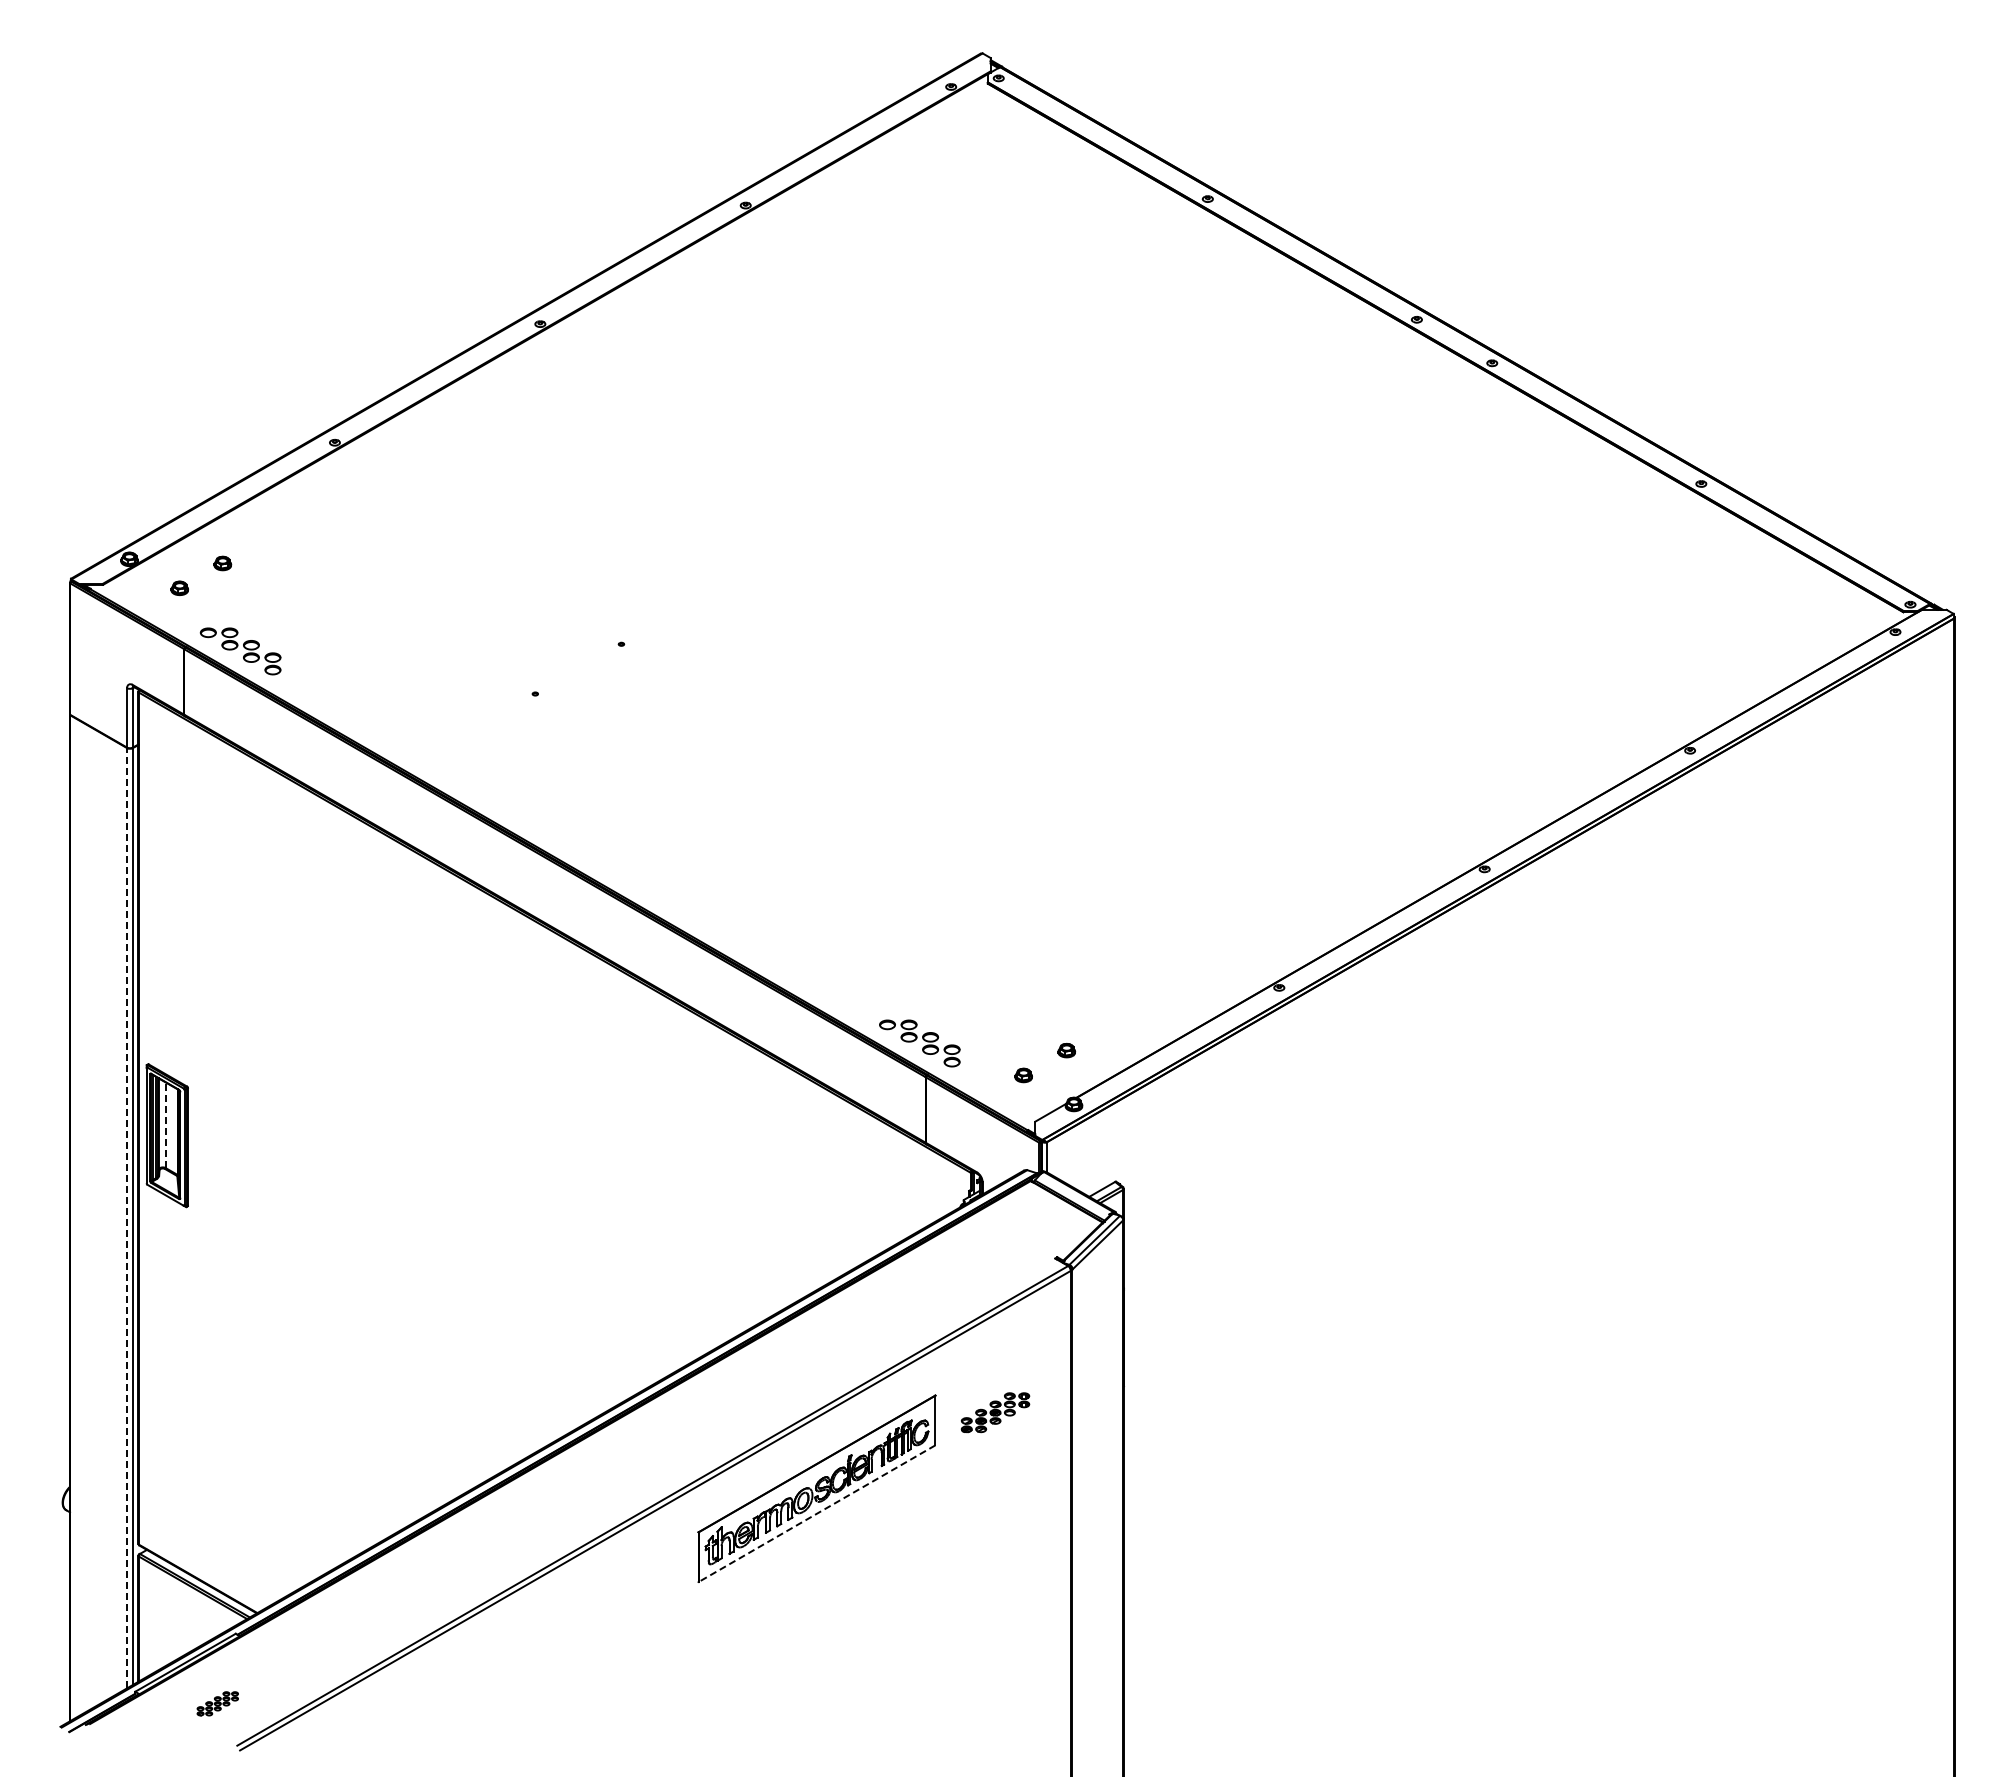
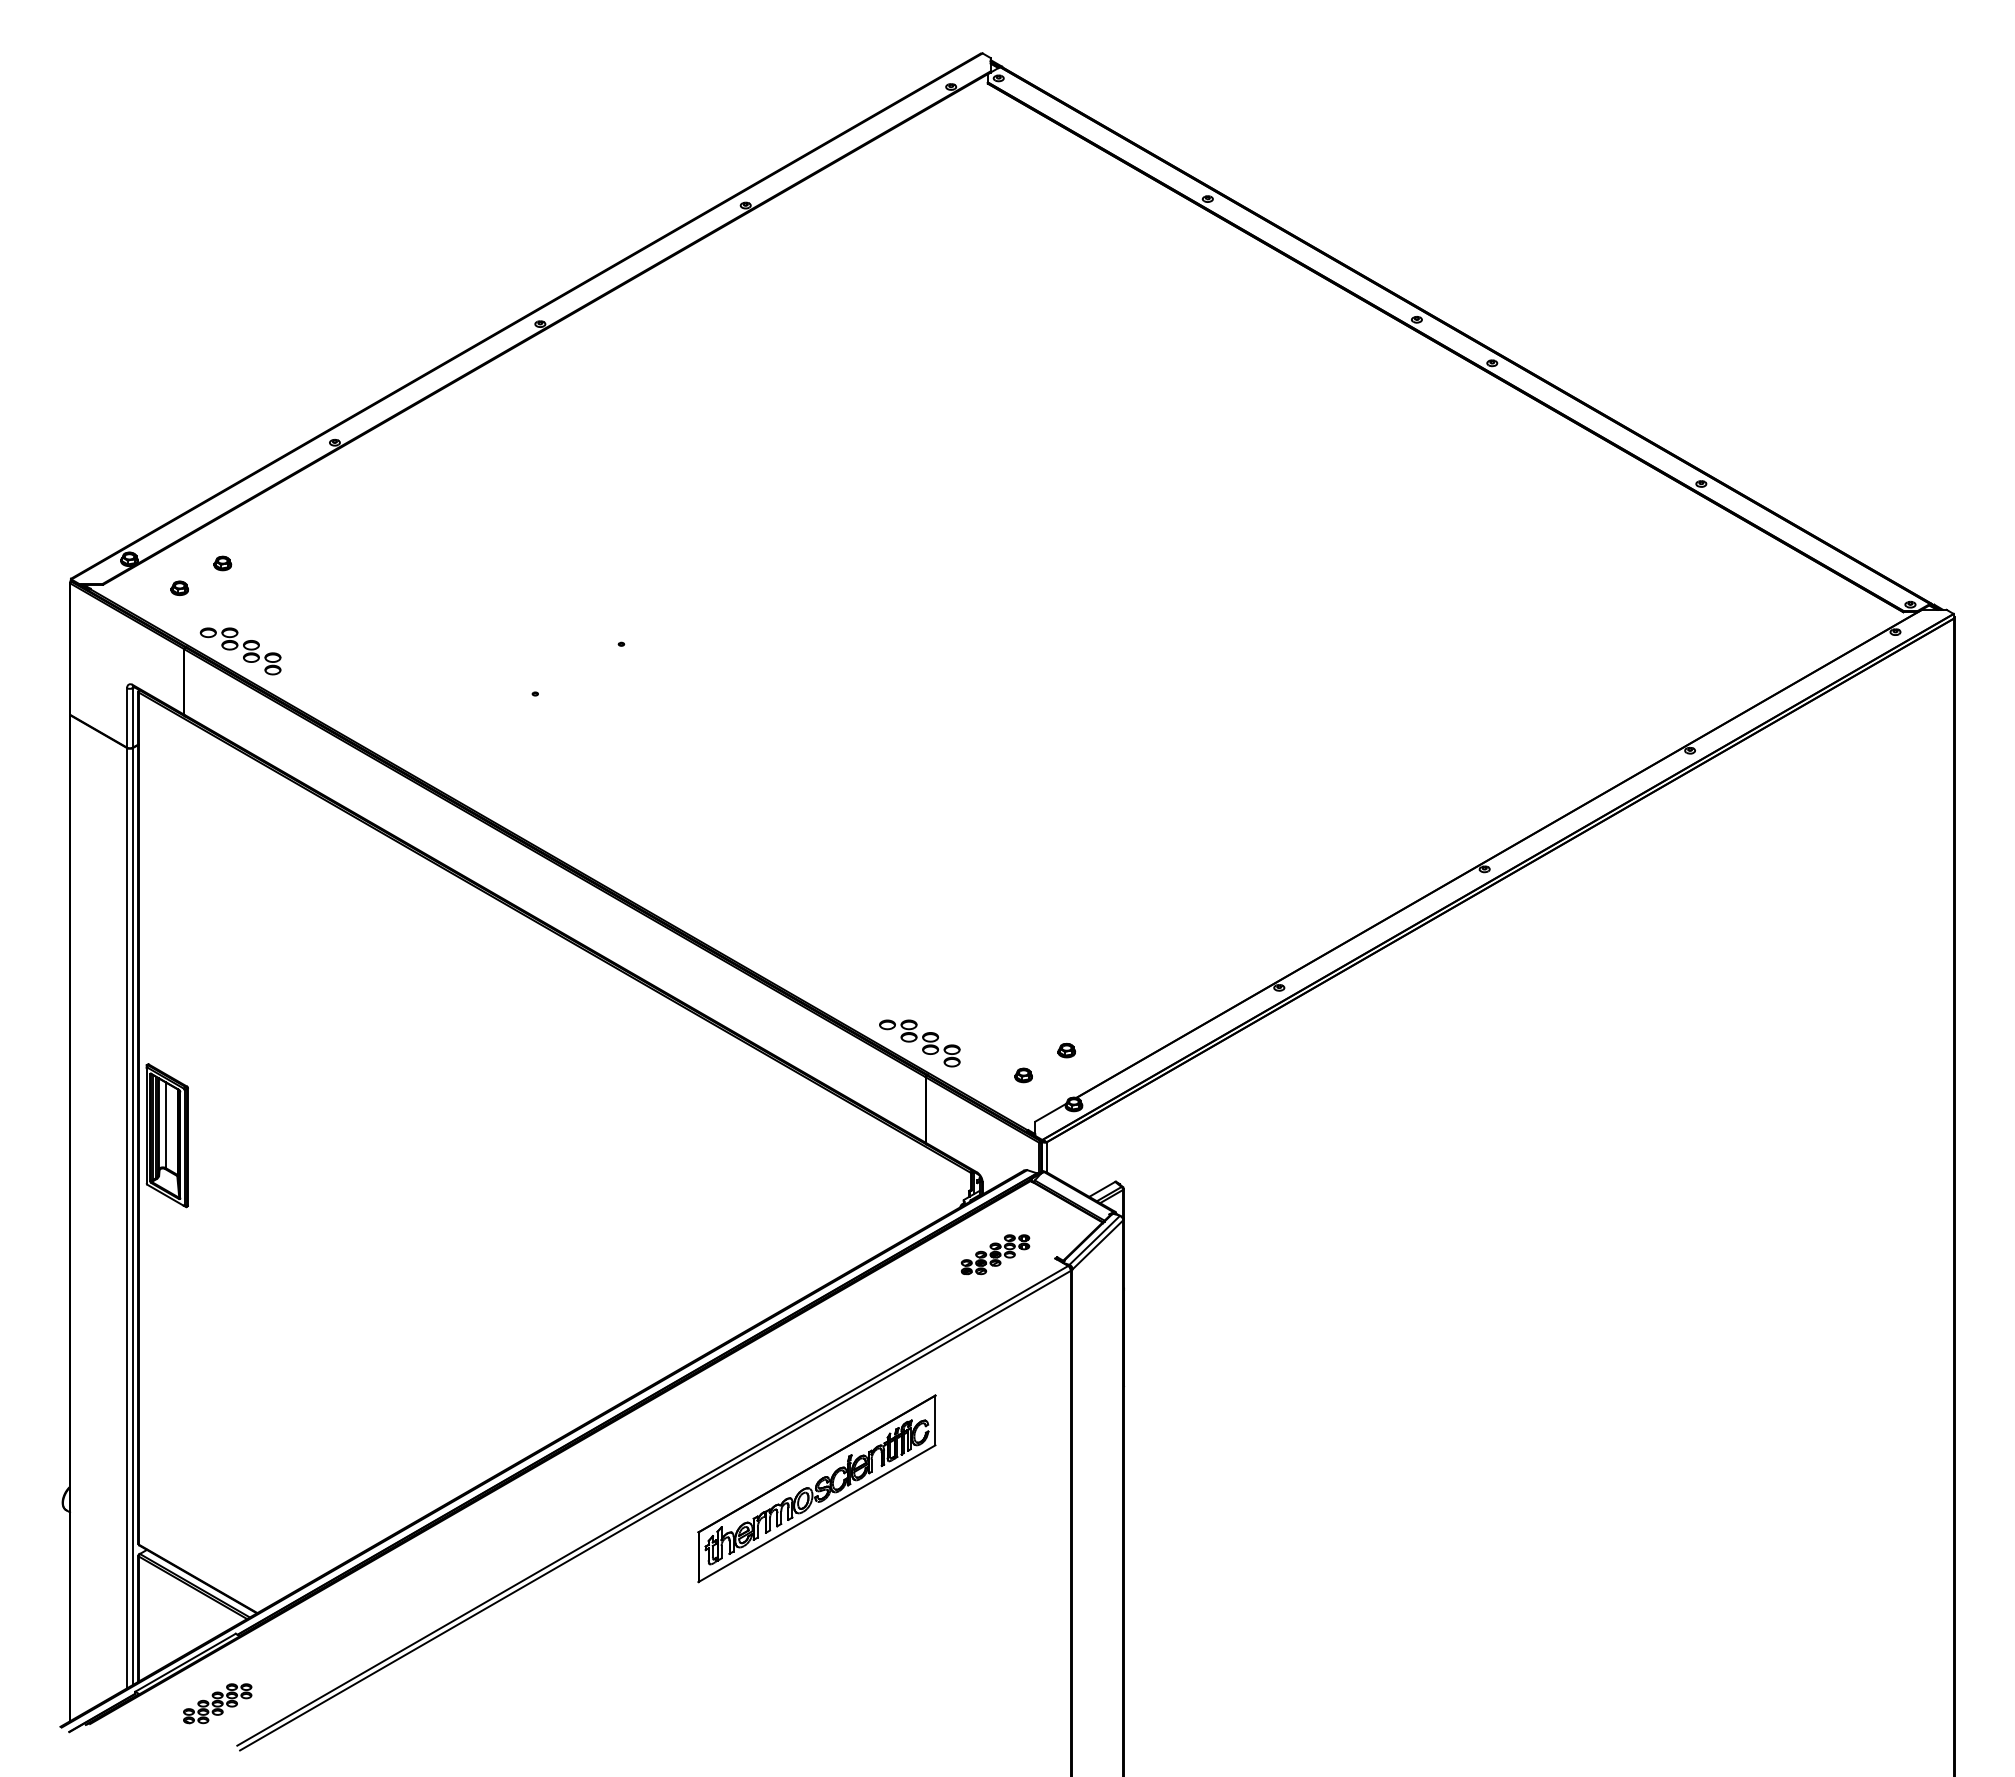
line at (165, 1125): dashed -> solid
line at (127, 1217): dashed -> solid
part at (995, 1412) position: (995, 1412) -> (995, 1254)
line at (817, 1513): dashed -> solid
part at (217, 1703) size: 43x26 px -> 70x42 px
